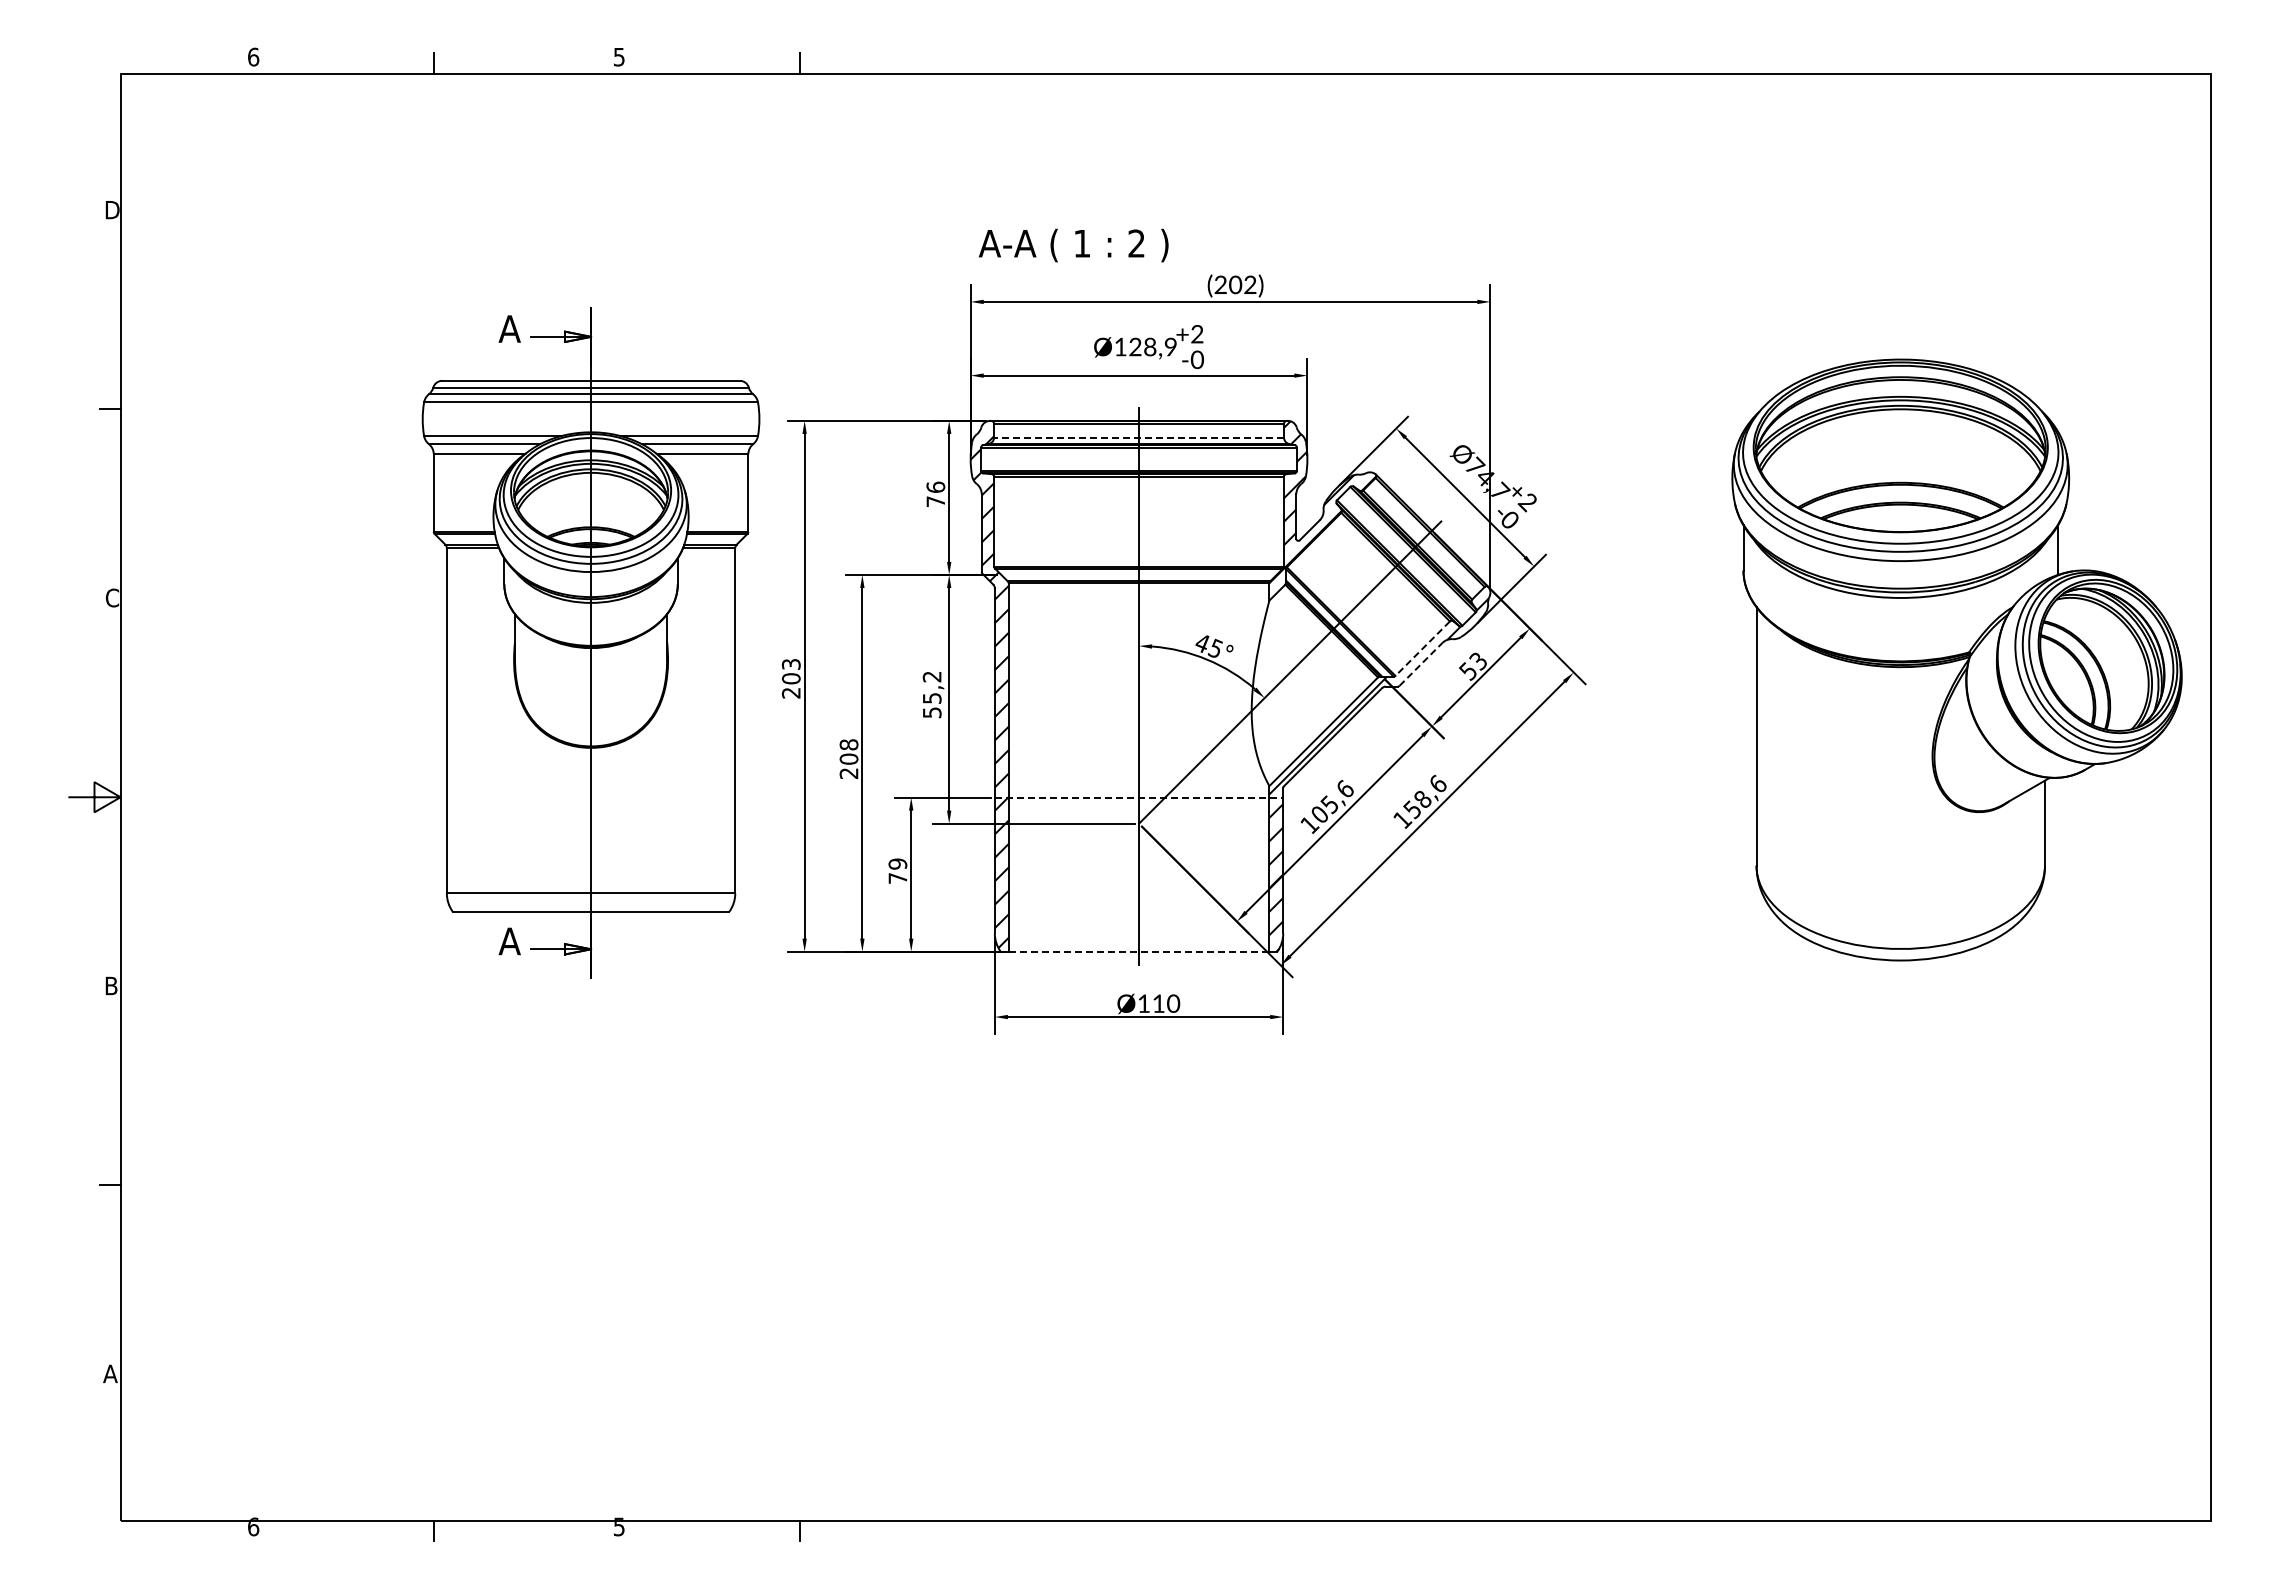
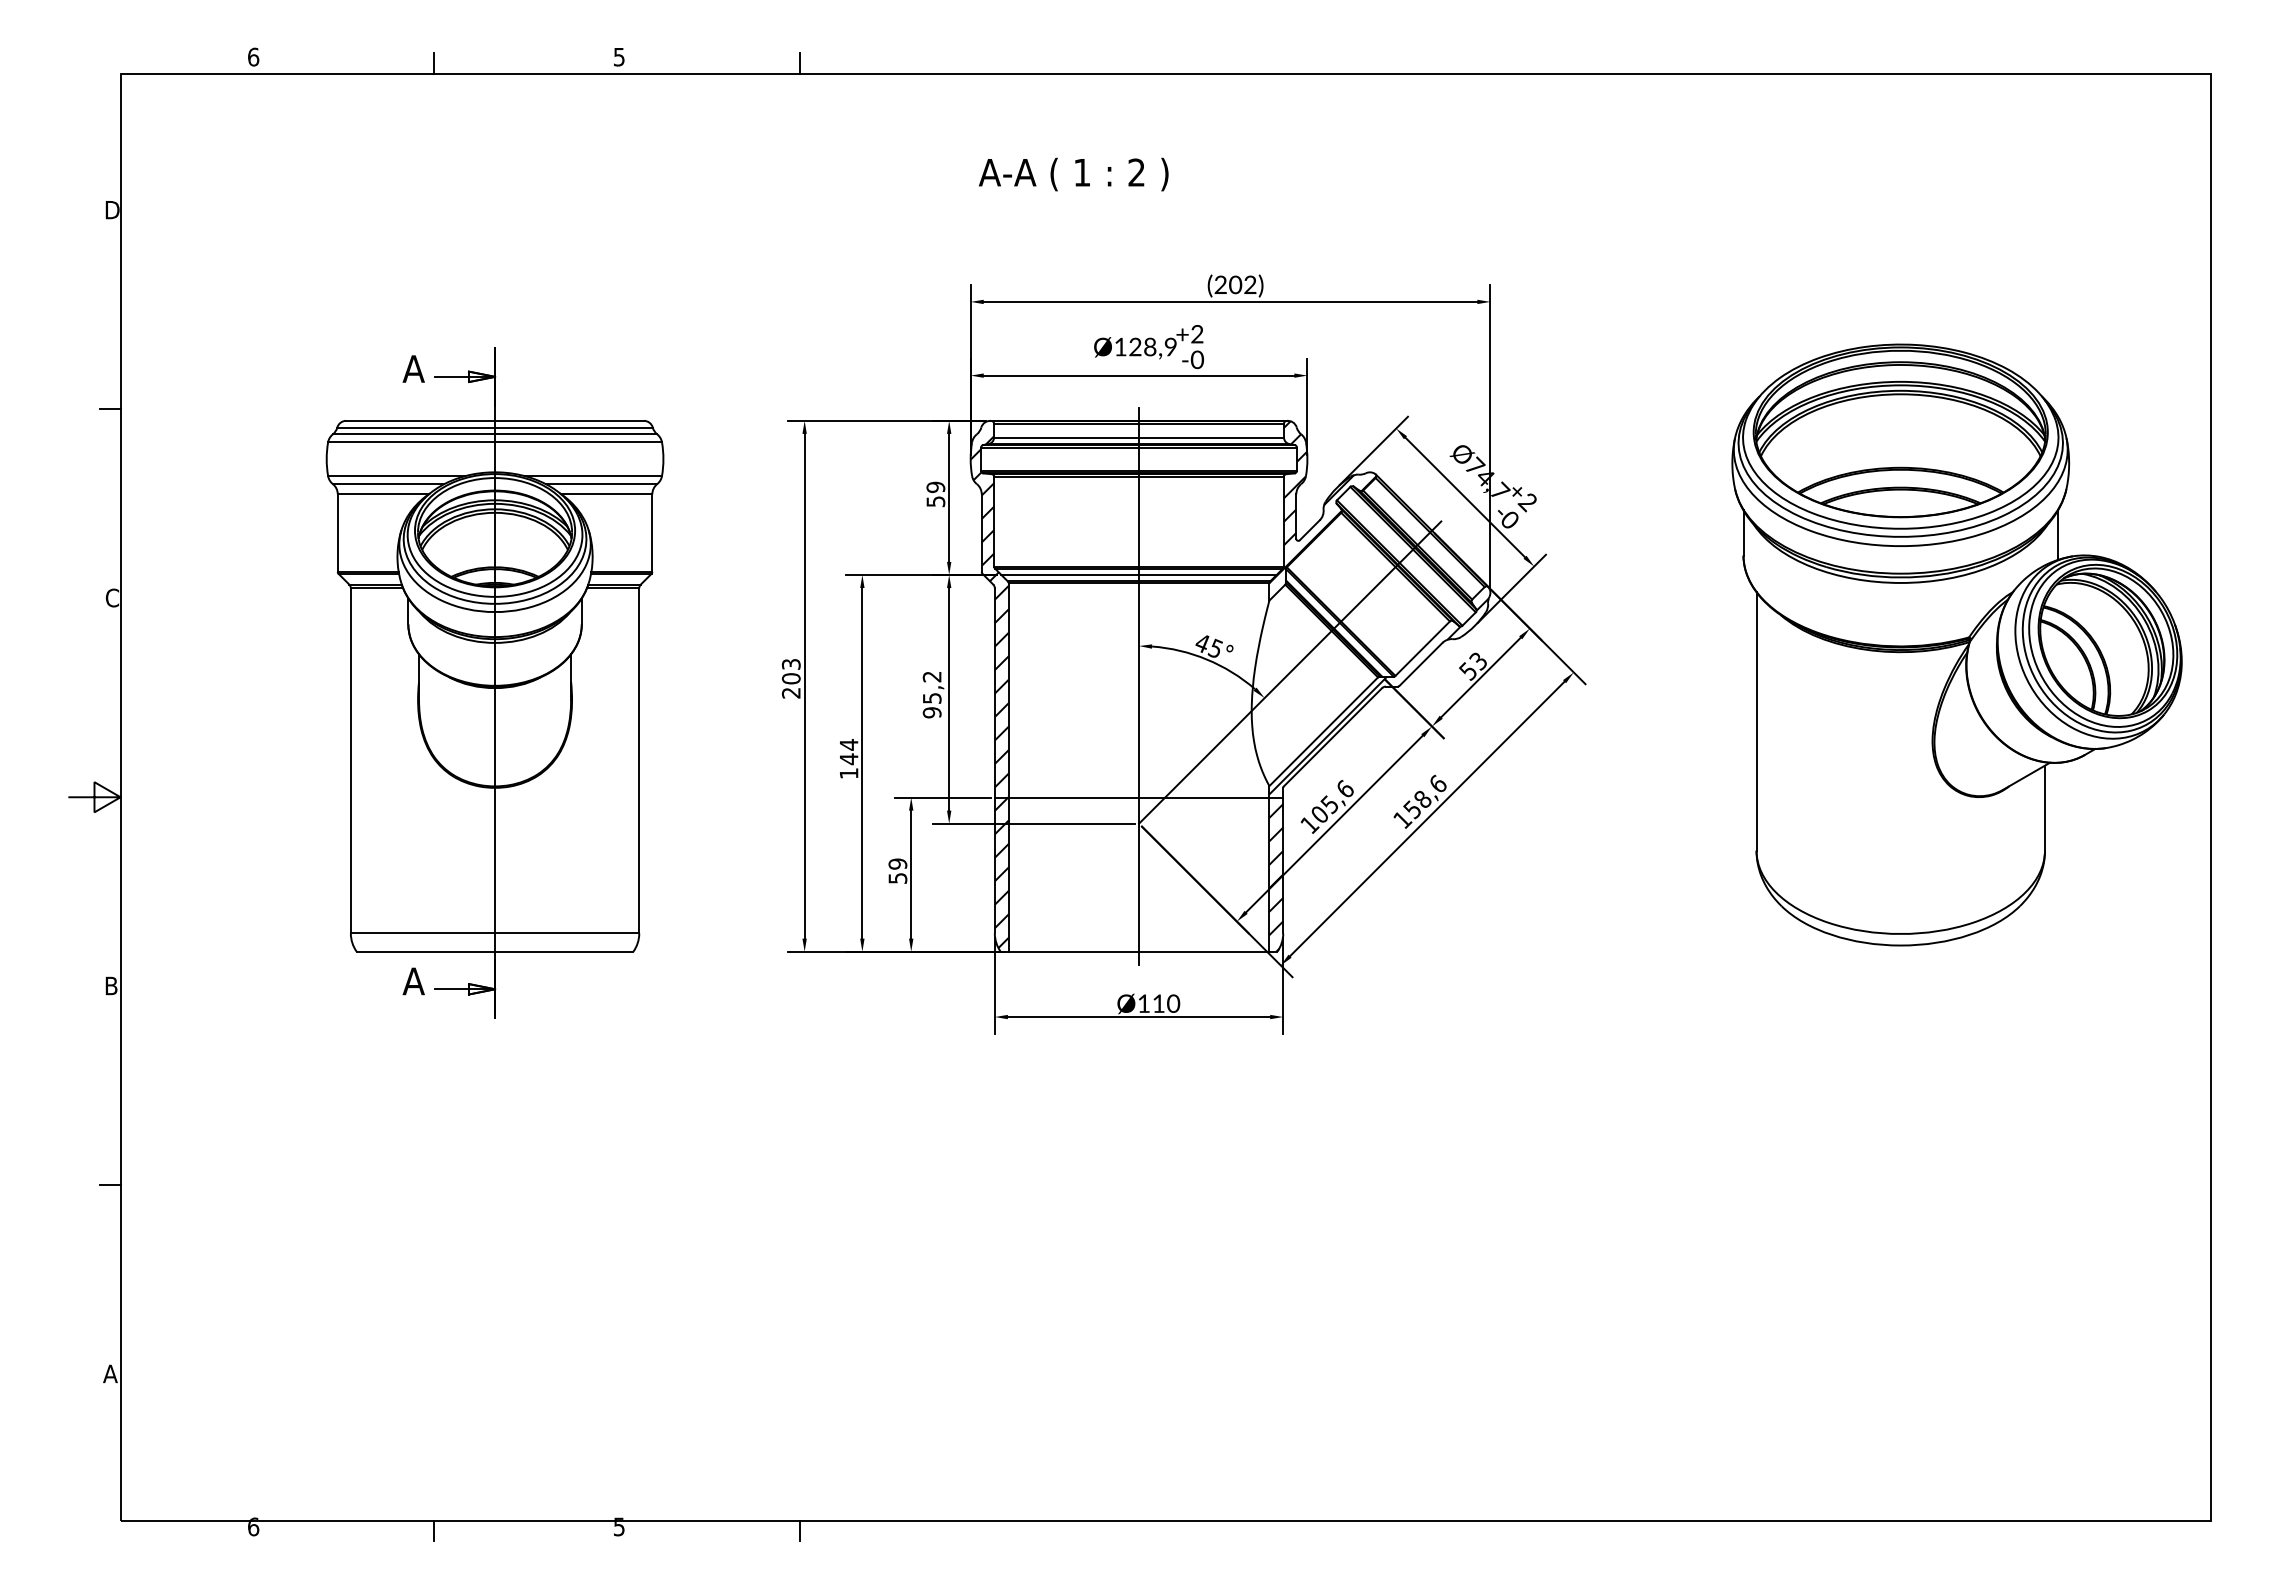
text at (1073, 245) position: (1073, 245) -> (1073, 174)
line at (1139, 437): dashed -> solid
text at (935, 494): 76 -> 59
line at (1138, 575): none -> present
part at (590, 642) position: (590, 642) -> (494, 682)
line at (1422, 649): dashed -> solid
part at (1956, 659) position: (1956, 659) -> (1956, 644)
line at (1421, 664): dashed -> solid
text at (931, 712): 55,2 -> 95,2
text at (848, 758): 208 -> 144
line at (1139, 797): dashed -> solid
text at (897, 878): 79 -> 59
line at (1138, 951): dashed -> solid
